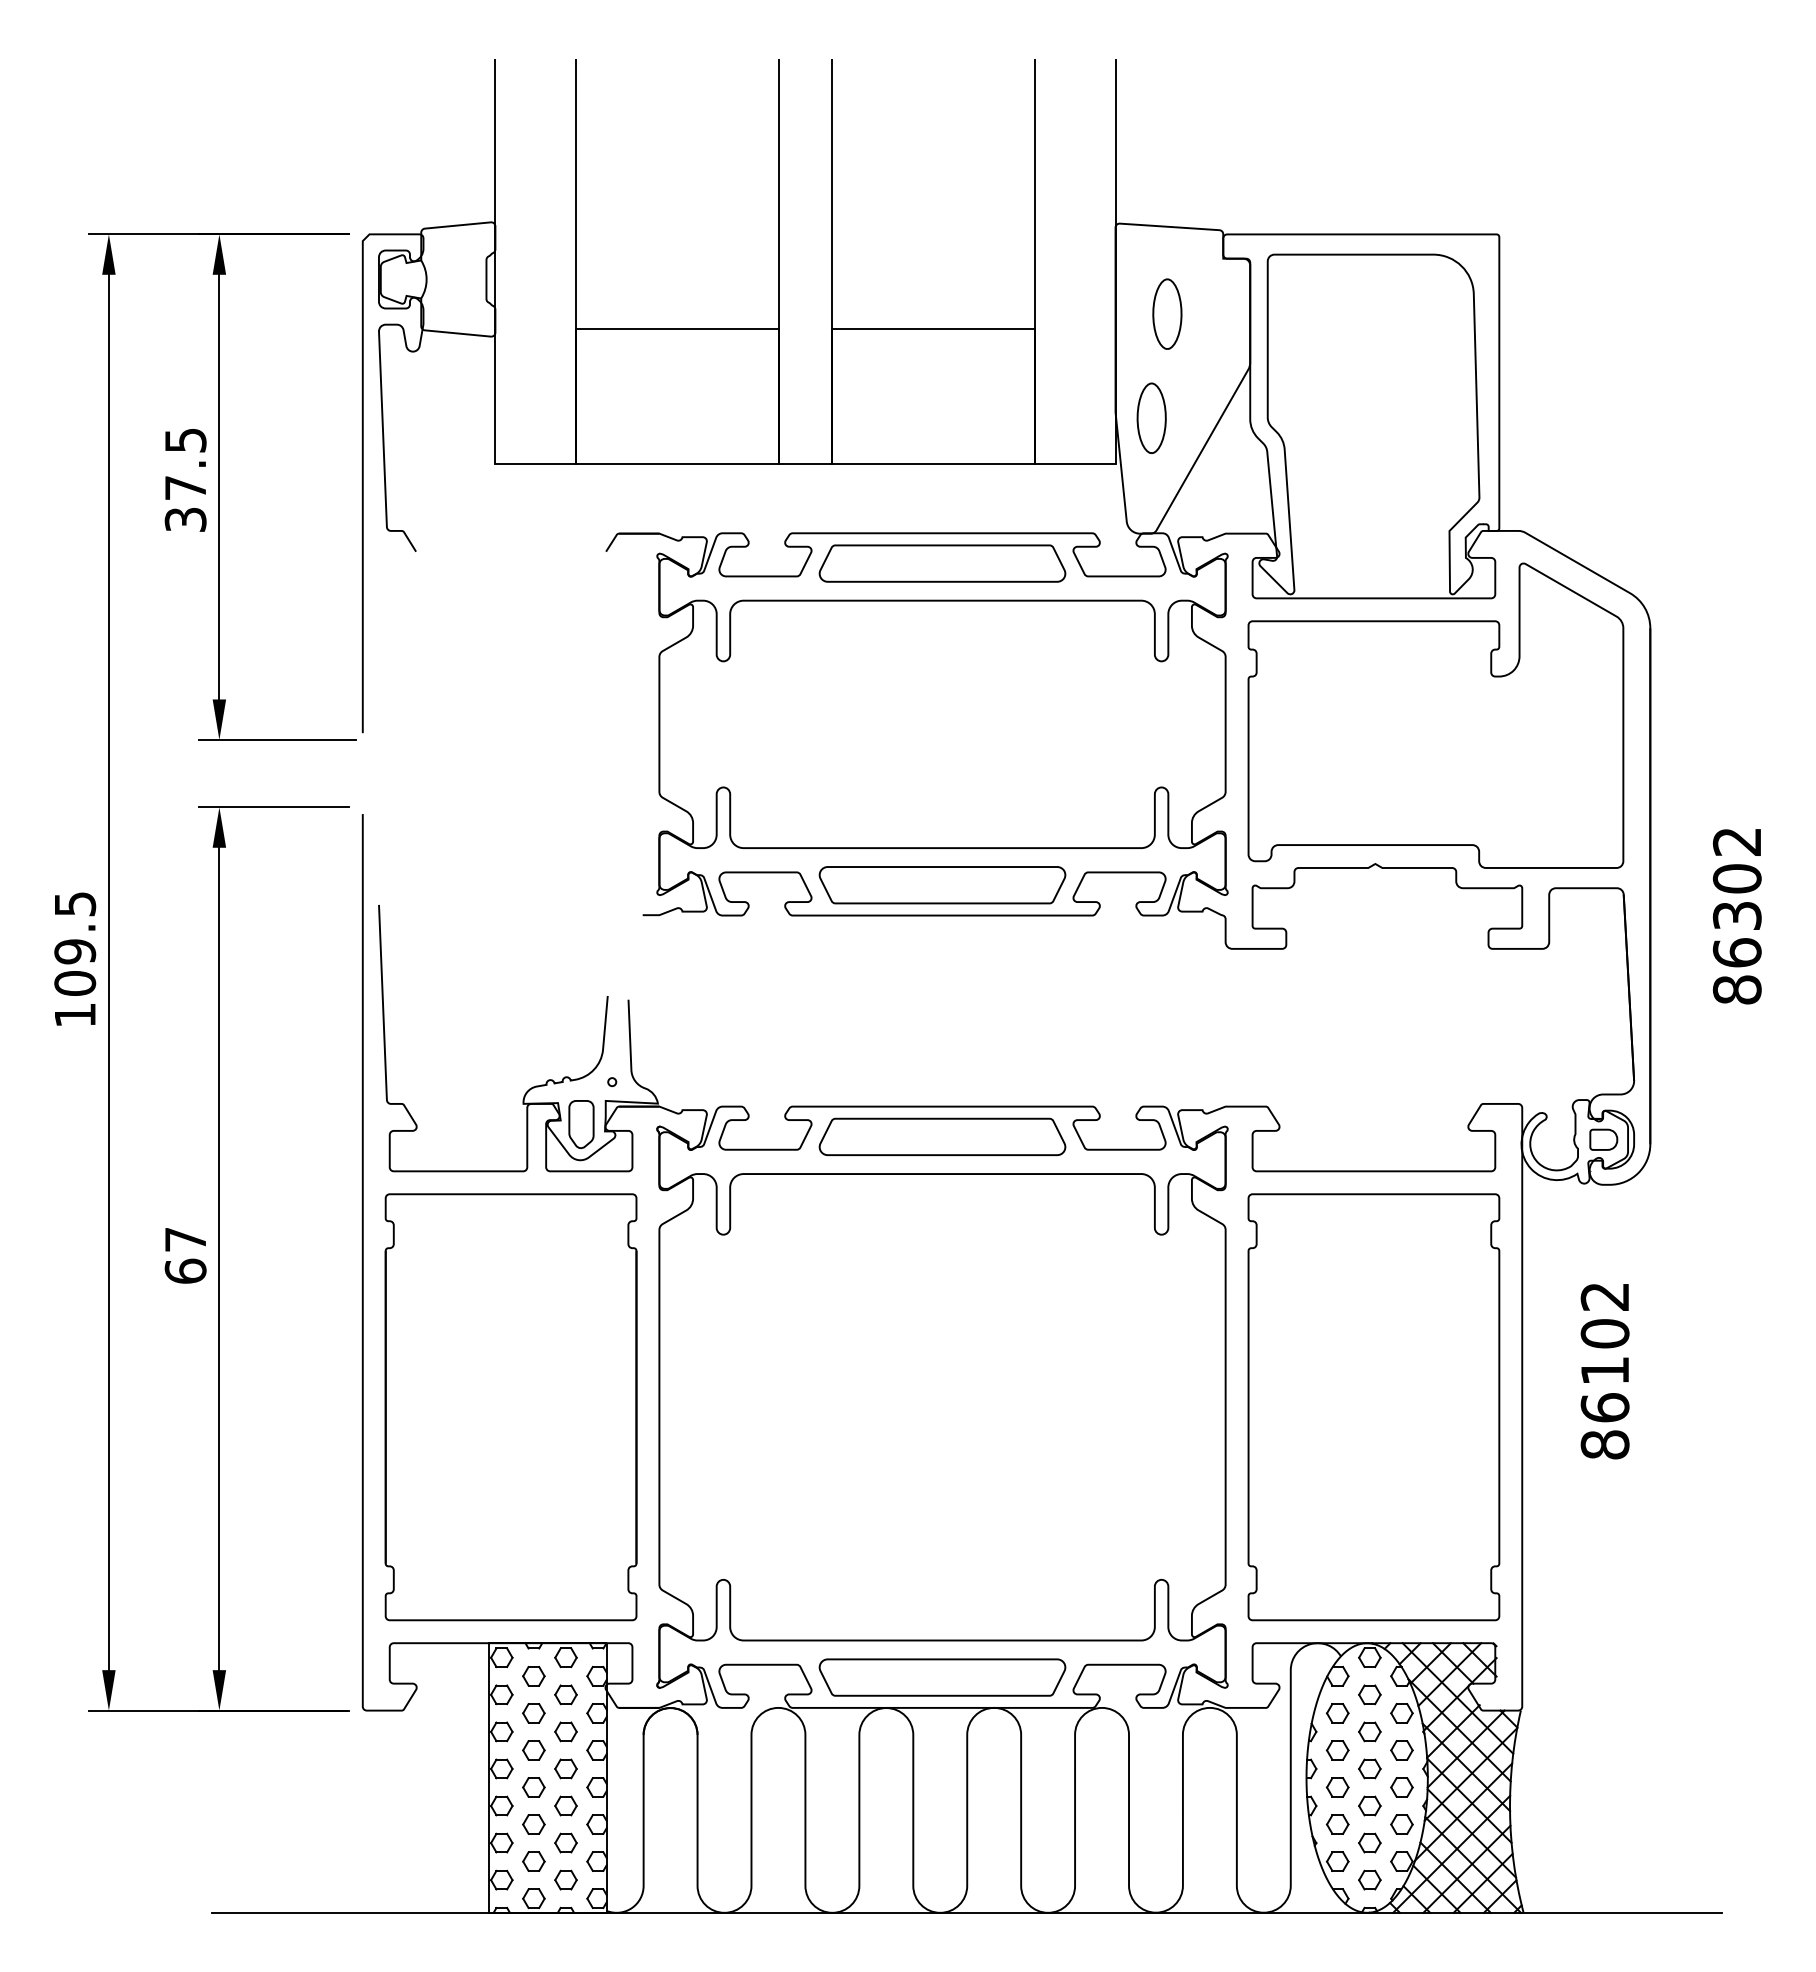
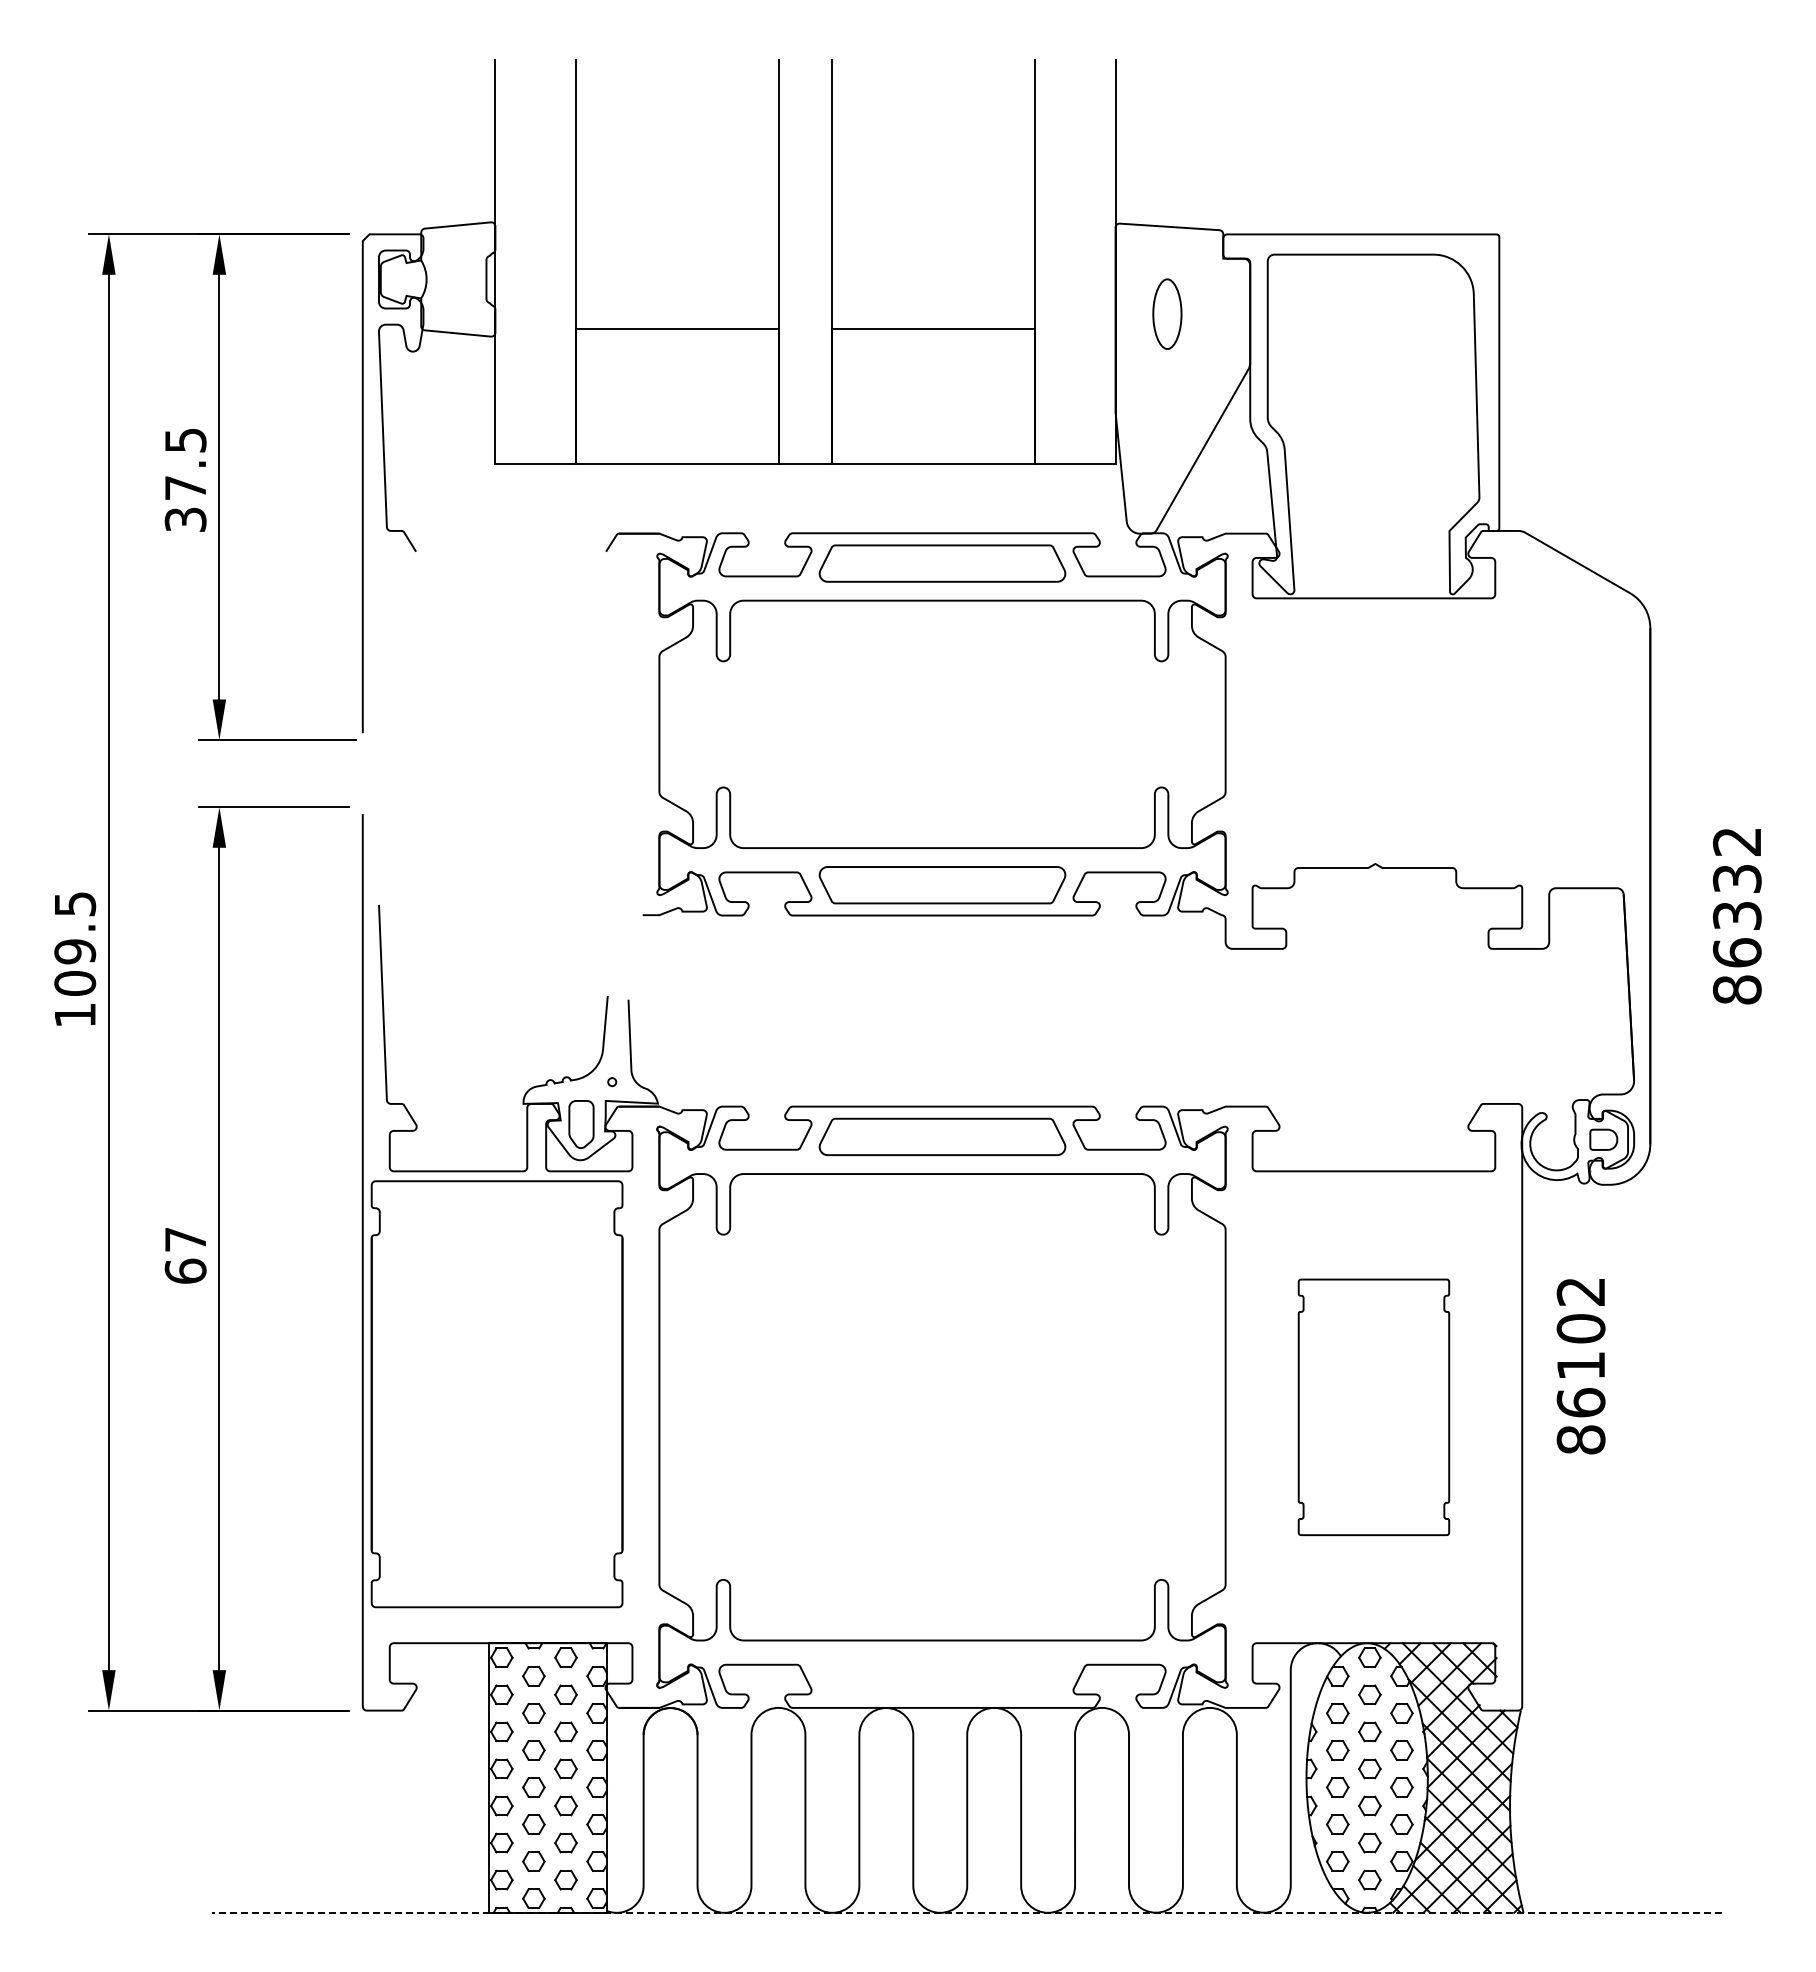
part at (1151, 417): present -> none
part at (1435, 715): present -> none
text at (1737, 878): 86302 -> 86332
text at (1604, 1371) position: (1604, 1371) -> (1580, 1366)
part at (510, 1407) position: (510, 1407) -> (496, 1394)
part at (1373, 1407) size: 254x429 px -> 154x259 px
part at (942, 1677): present -> none
line at (967, 1912): solid -> dashed
